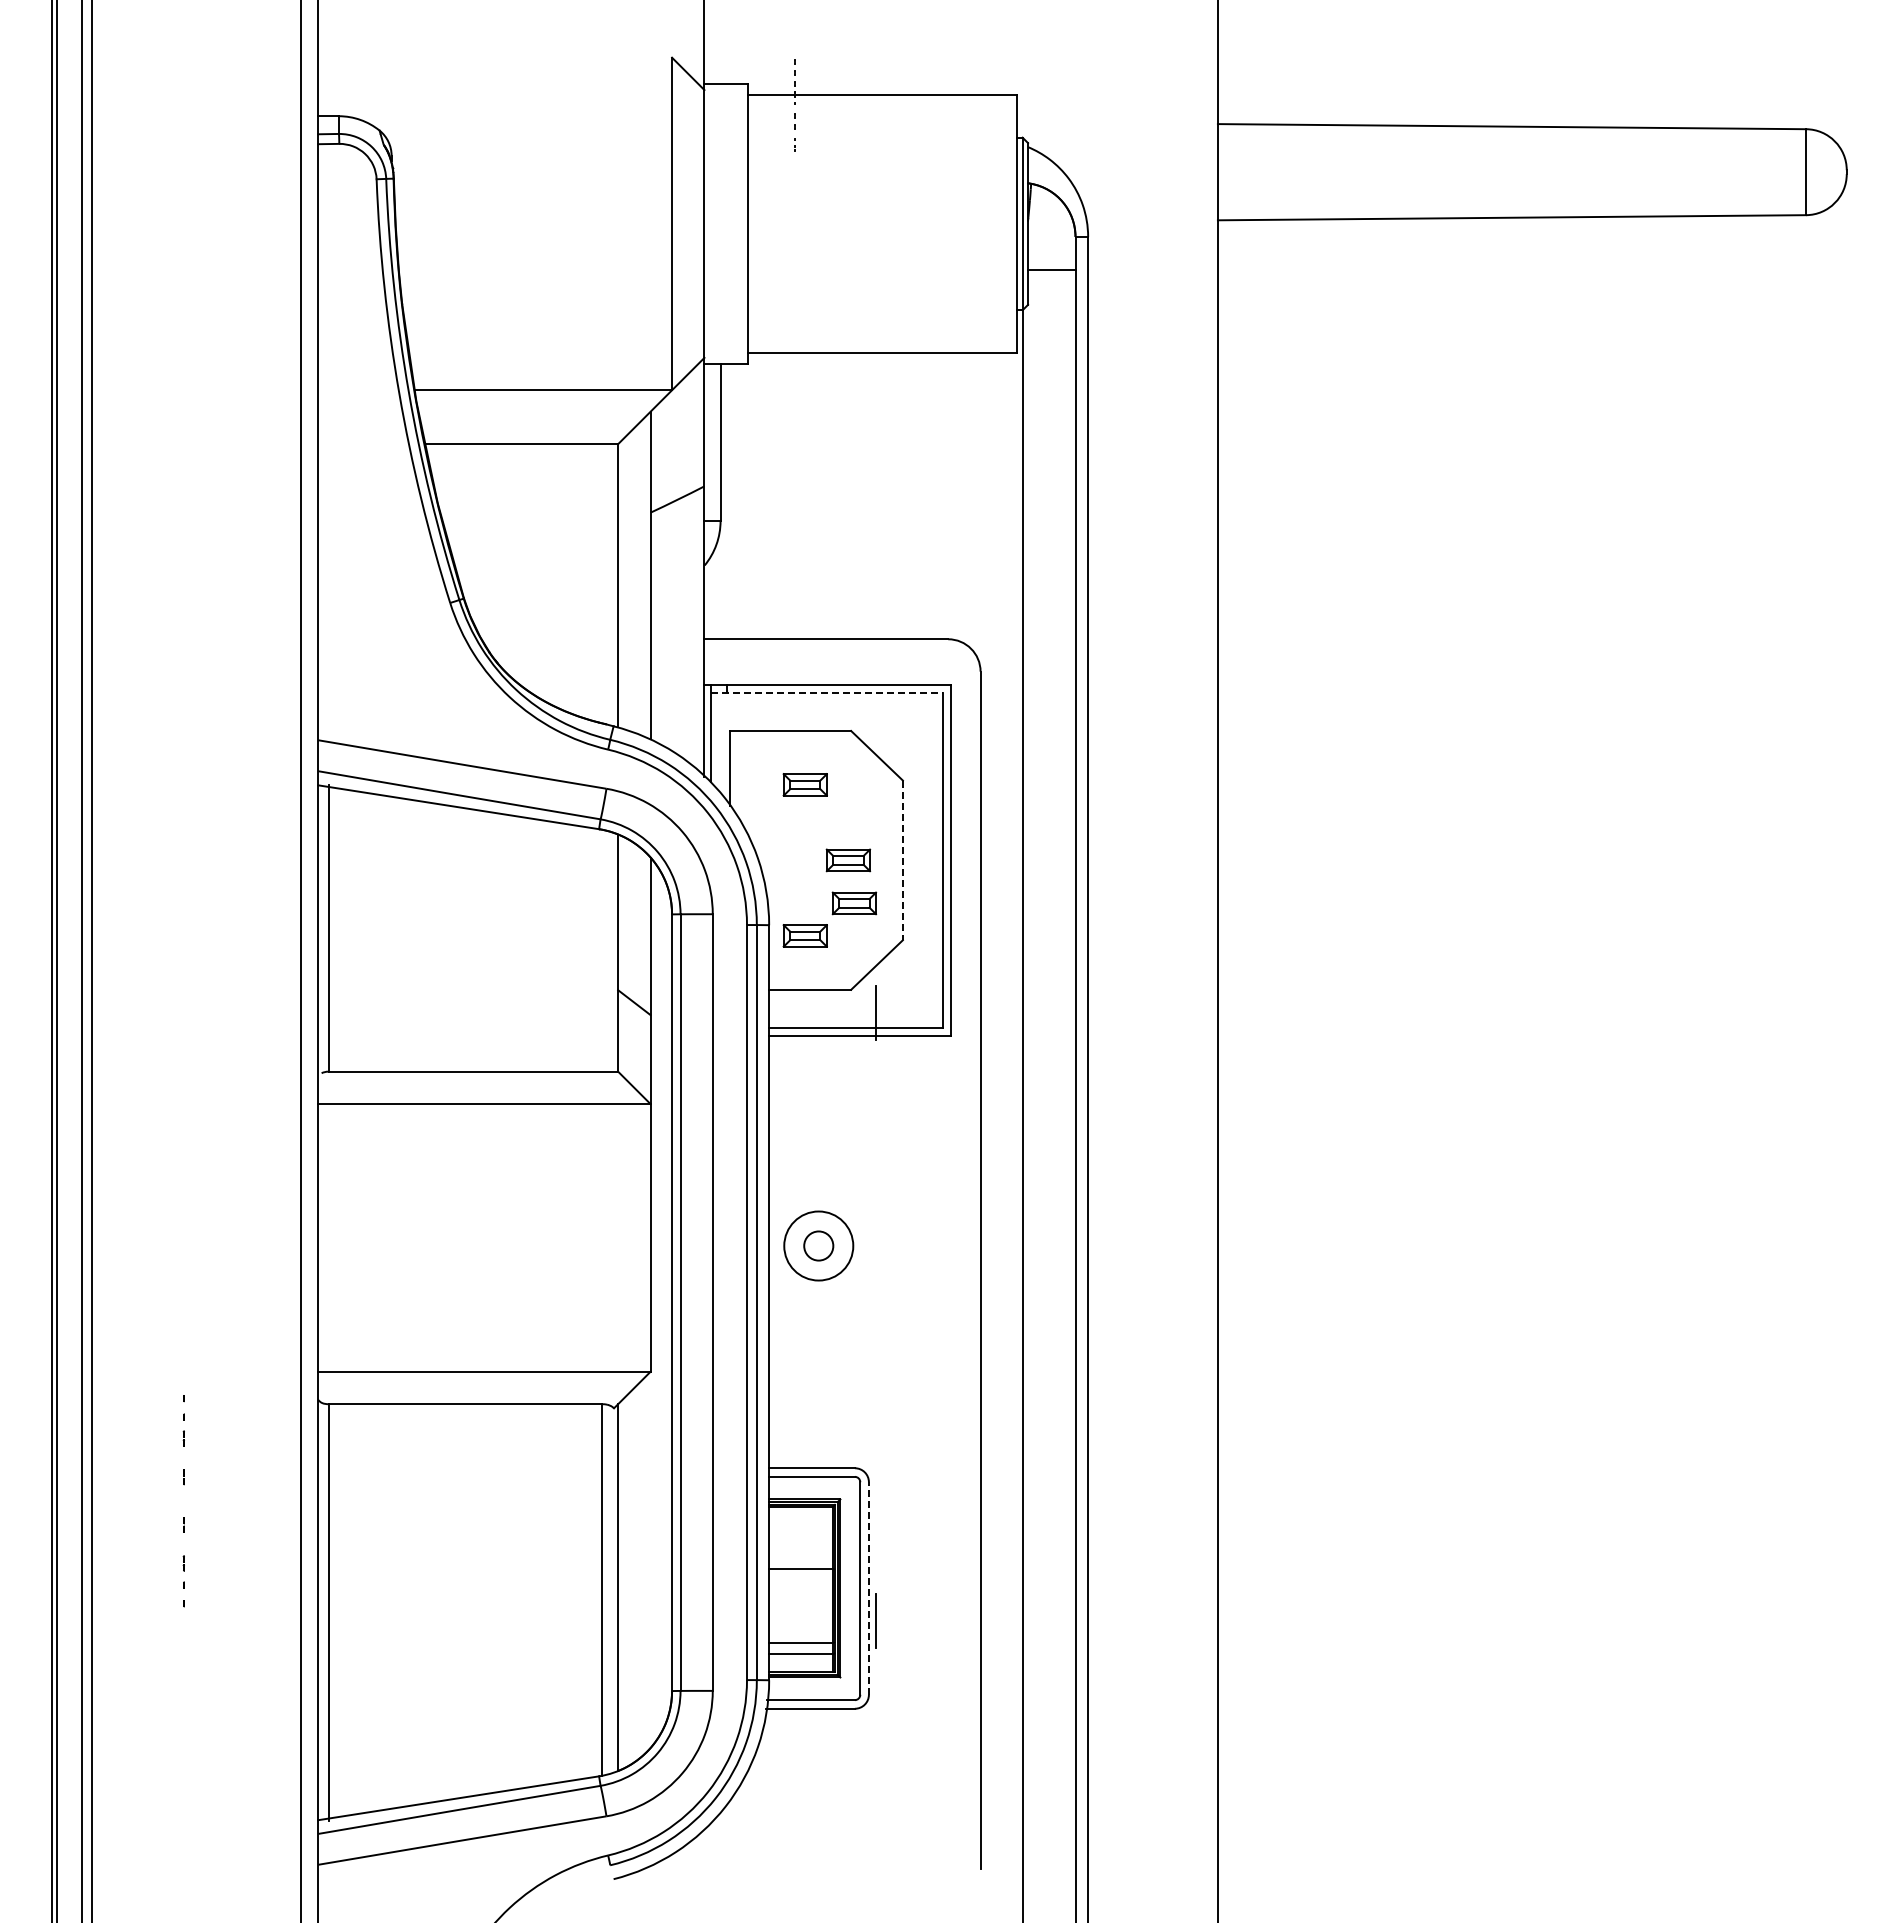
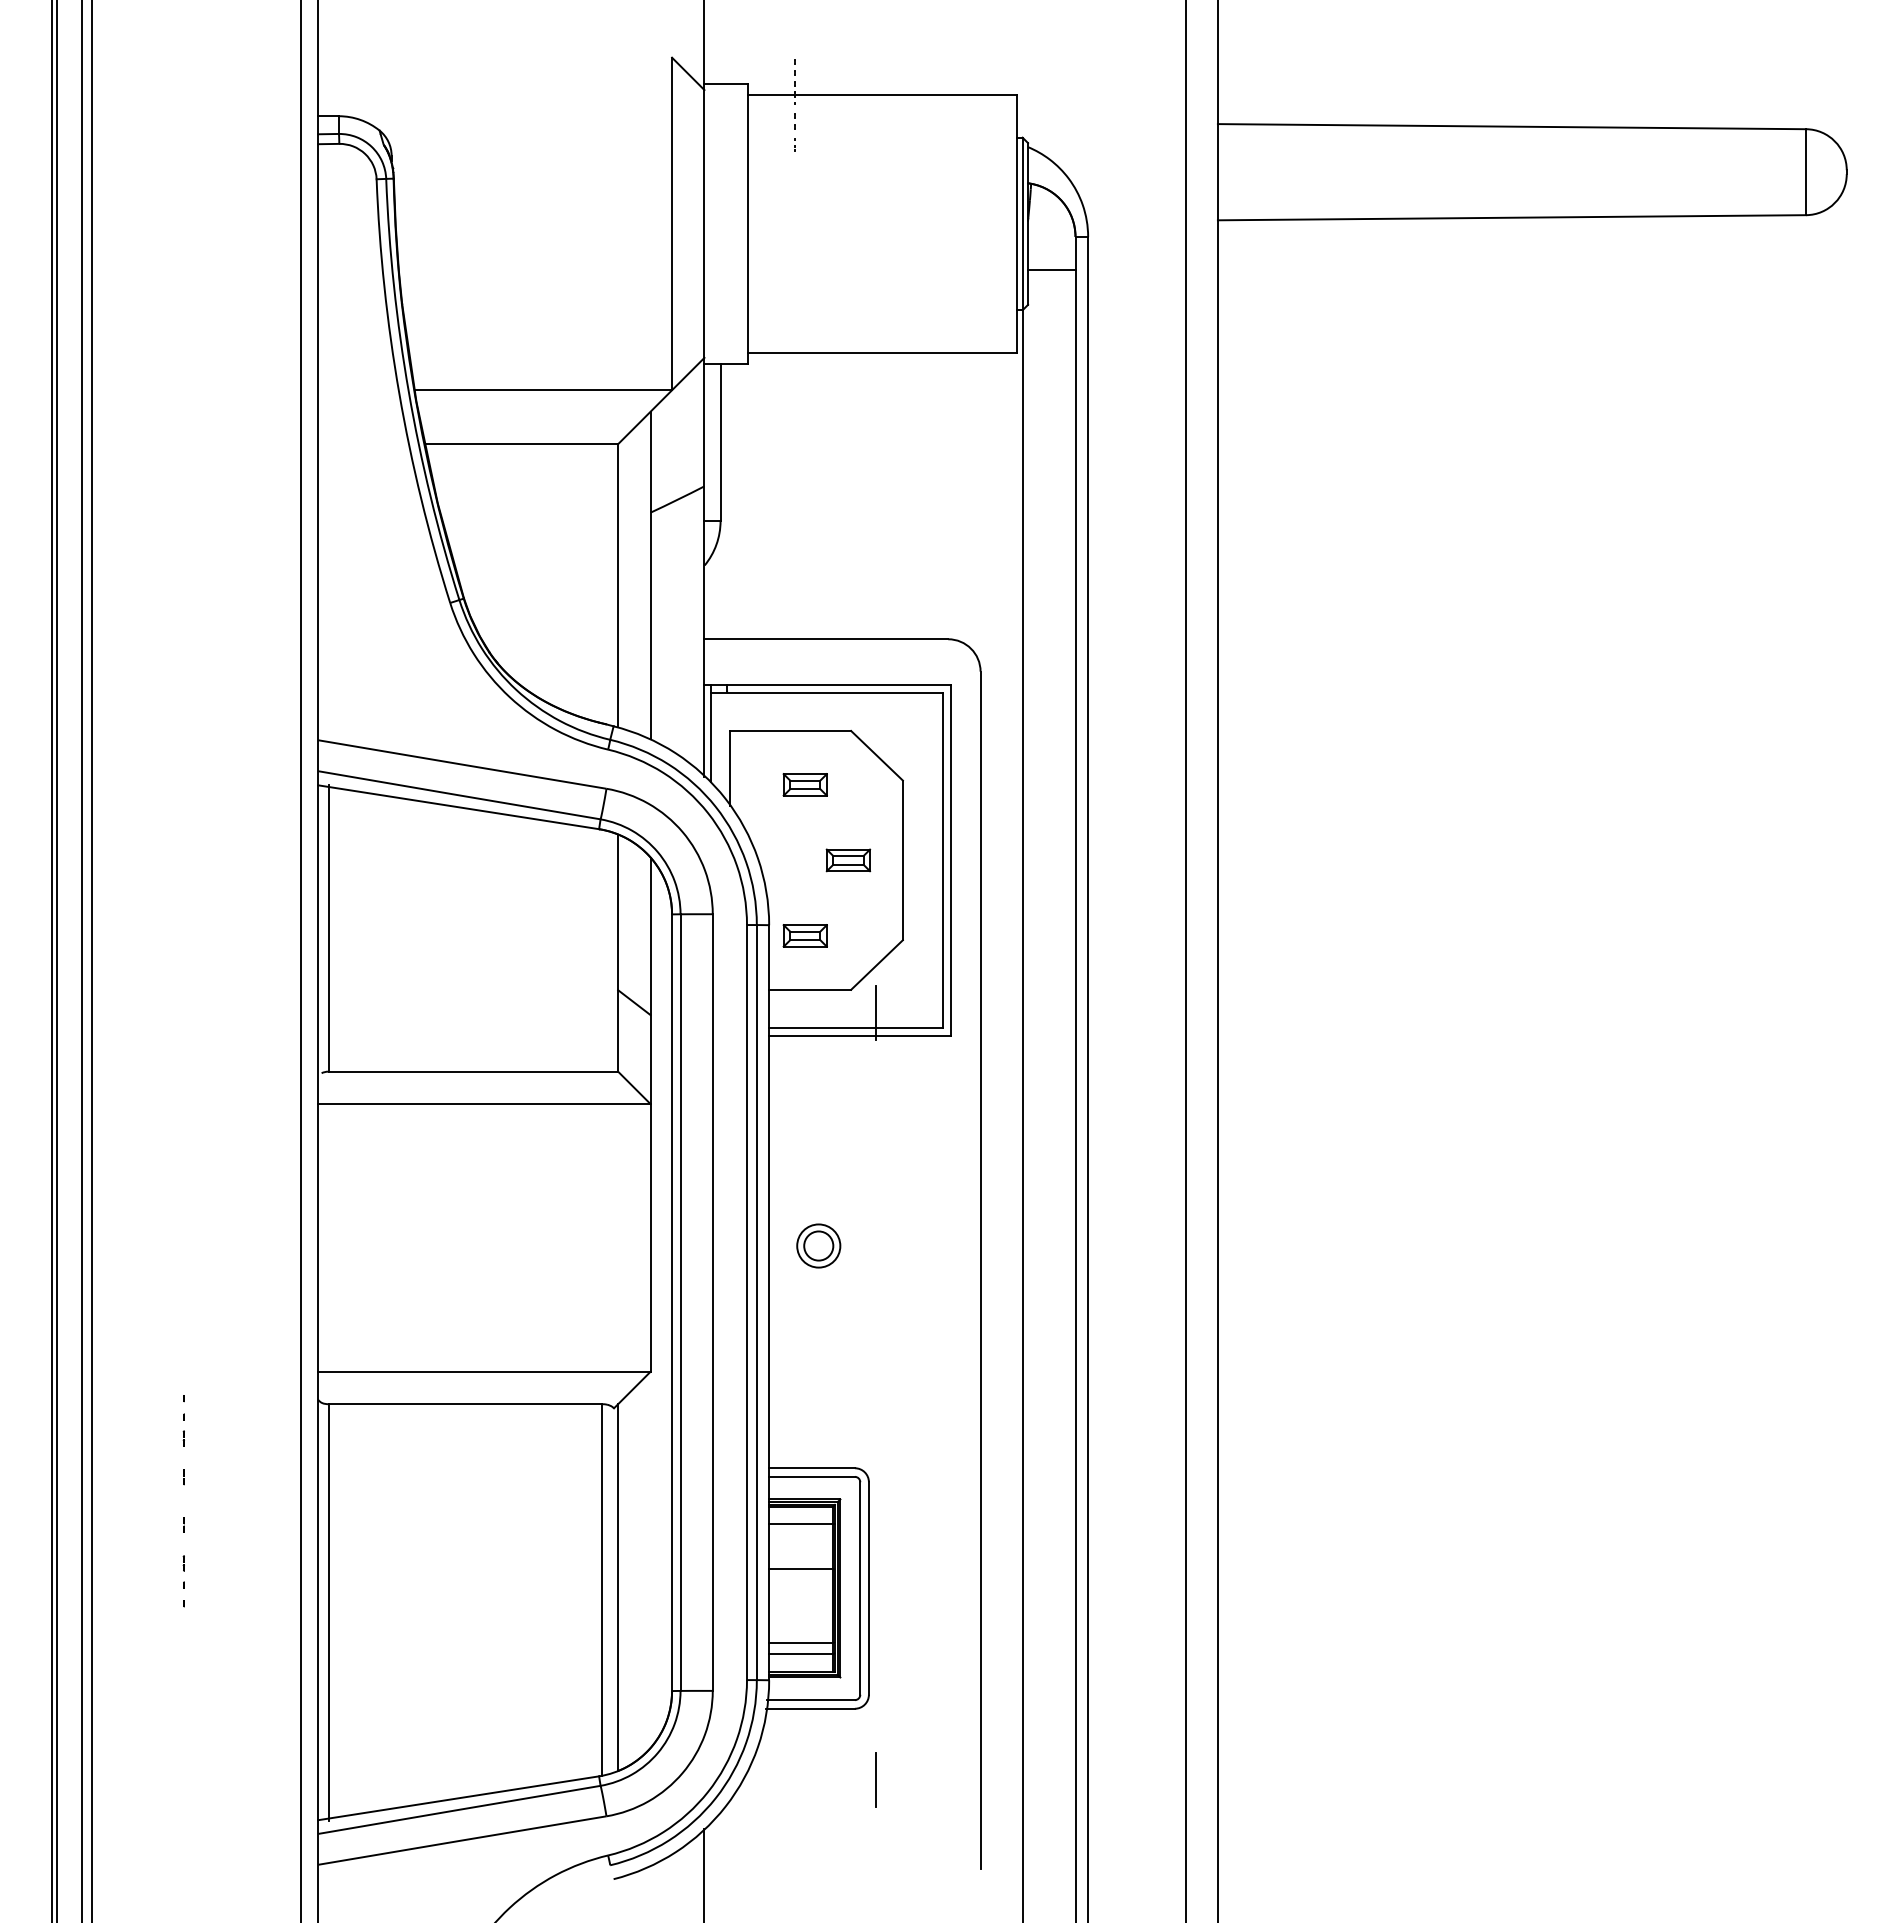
line at (826, 693): dashed -> solid
line at (902, 860): dashed -> solid
part at (854, 903): present -> none
line at (1186, 960): none -> present
circle at (818, 1245) diameter: 69 px -> 43 px
line at (801, 1523): none -> present
line at (868, 1588): dashed -> solid
line at (875, 1620) position: (875, 1620) -> (875, 1779)
line at (704, 1873): none -> present
